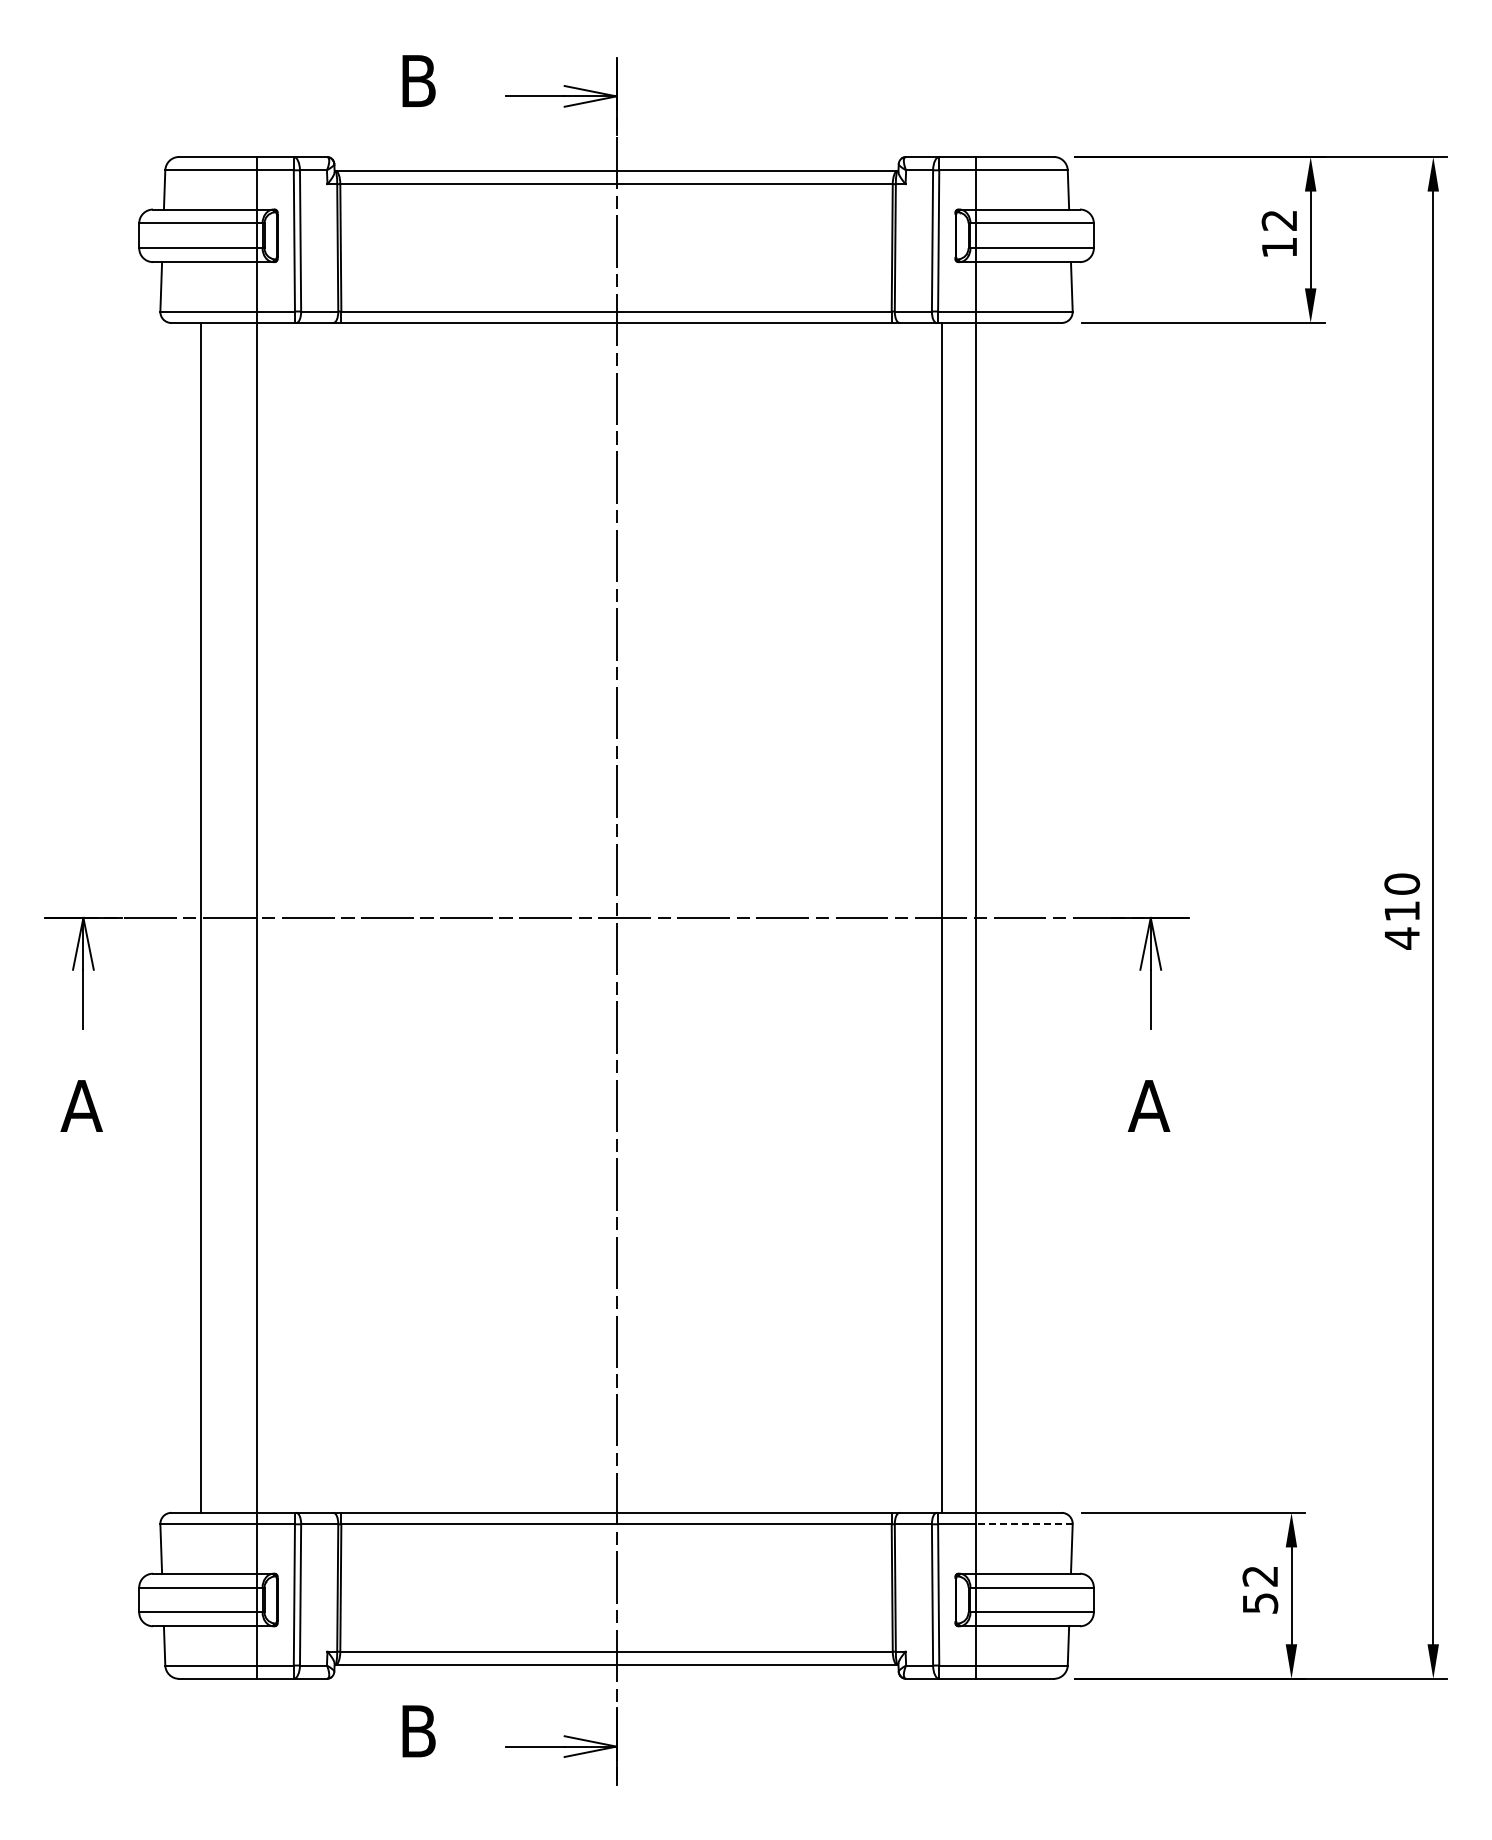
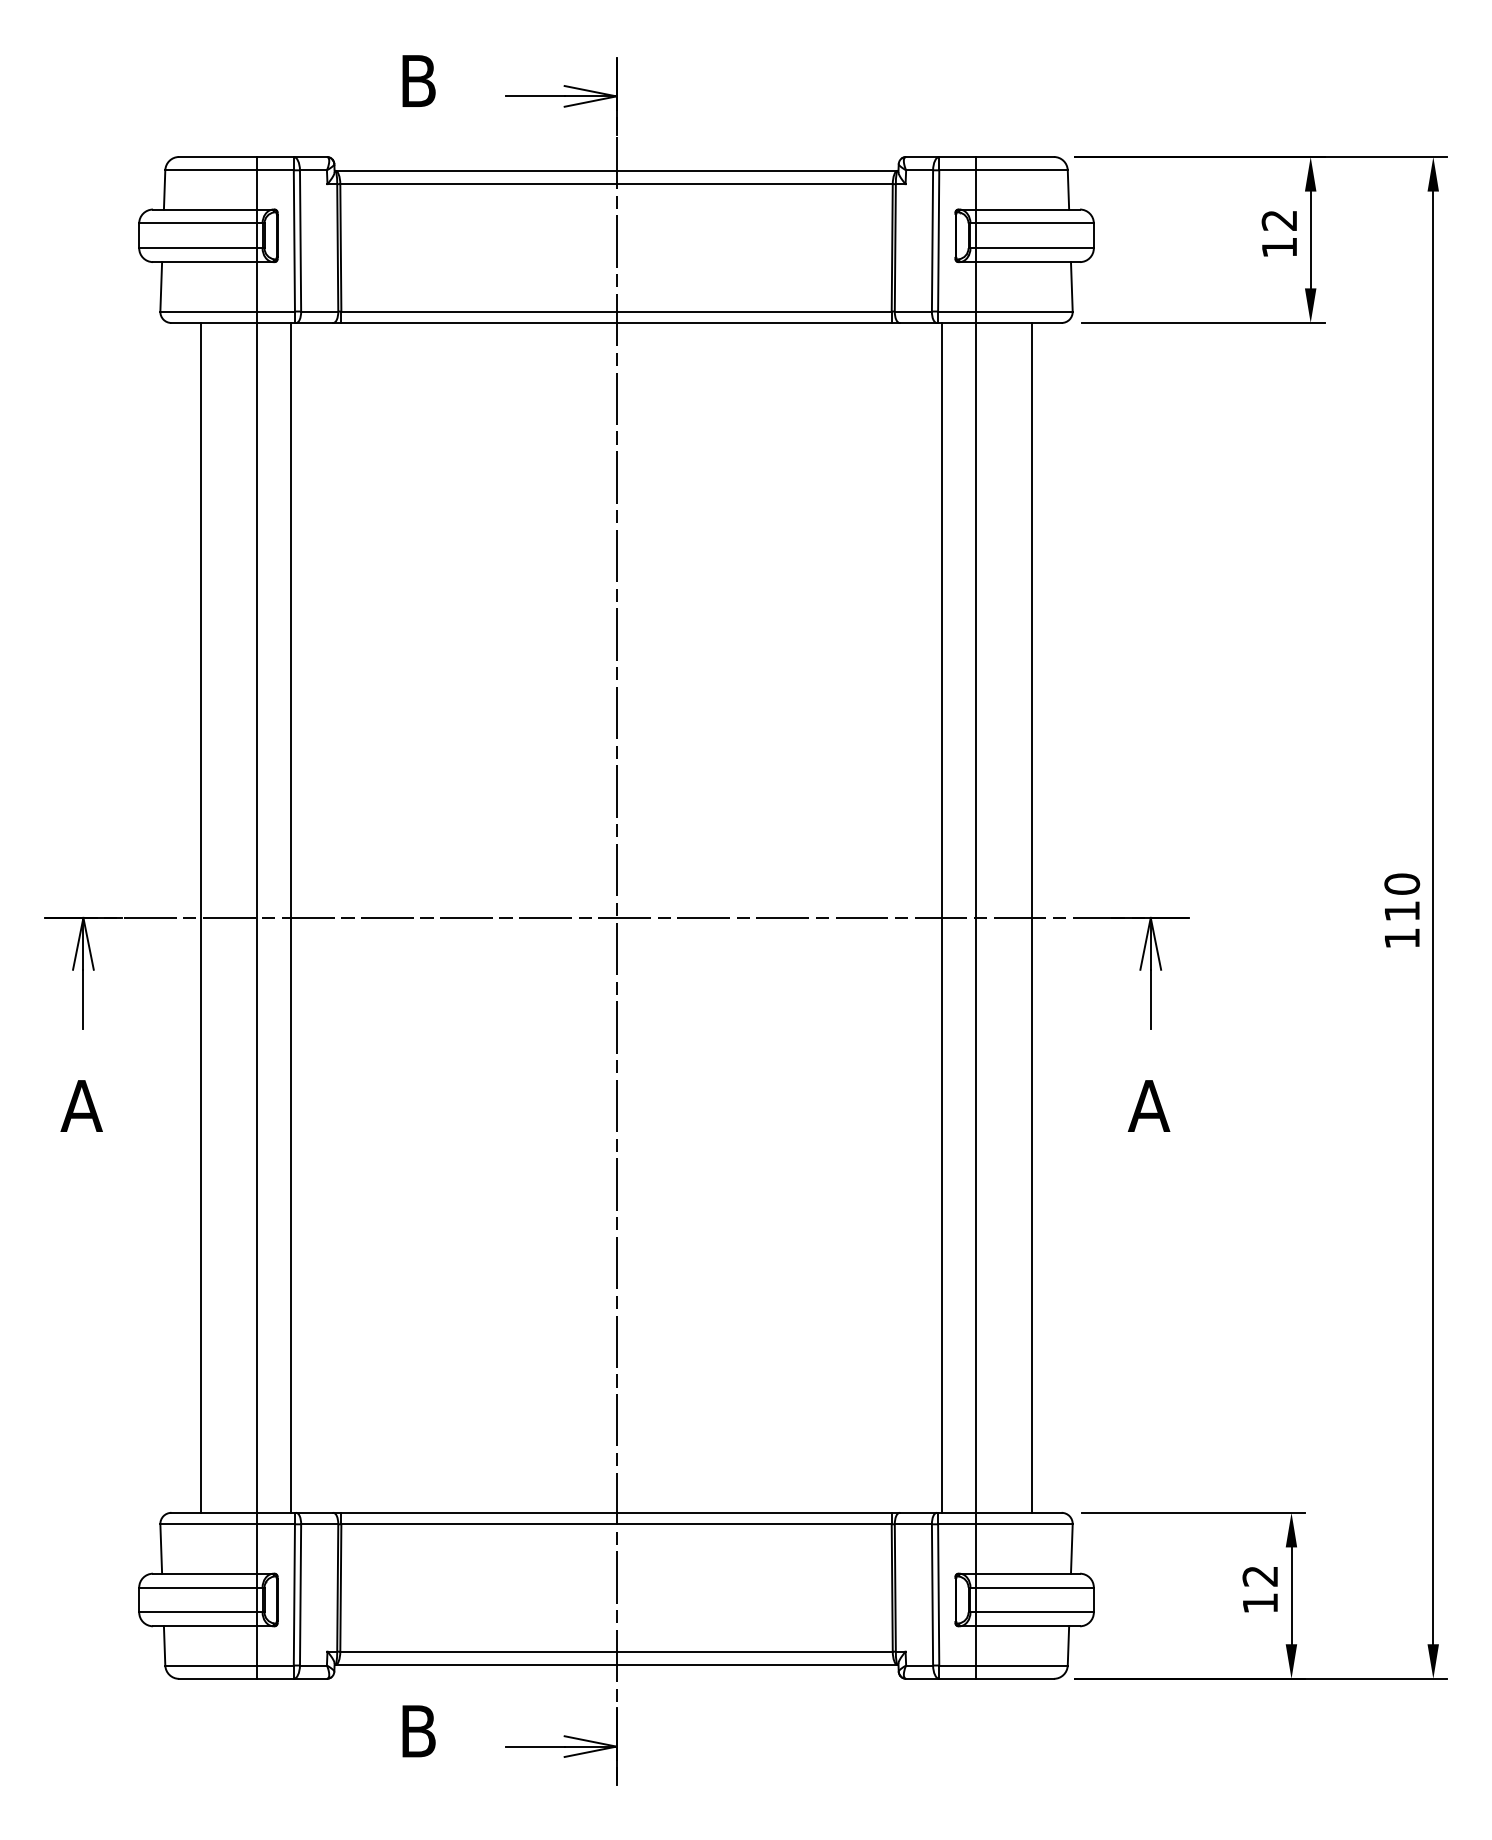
line at (291, 917): none -> present
line at (1031, 917): none -> present
text at (1402, 938): 410 -> 110
line at (1023, 1524): dashed -> solid
text at (1260, 1603): 52 -> 12
